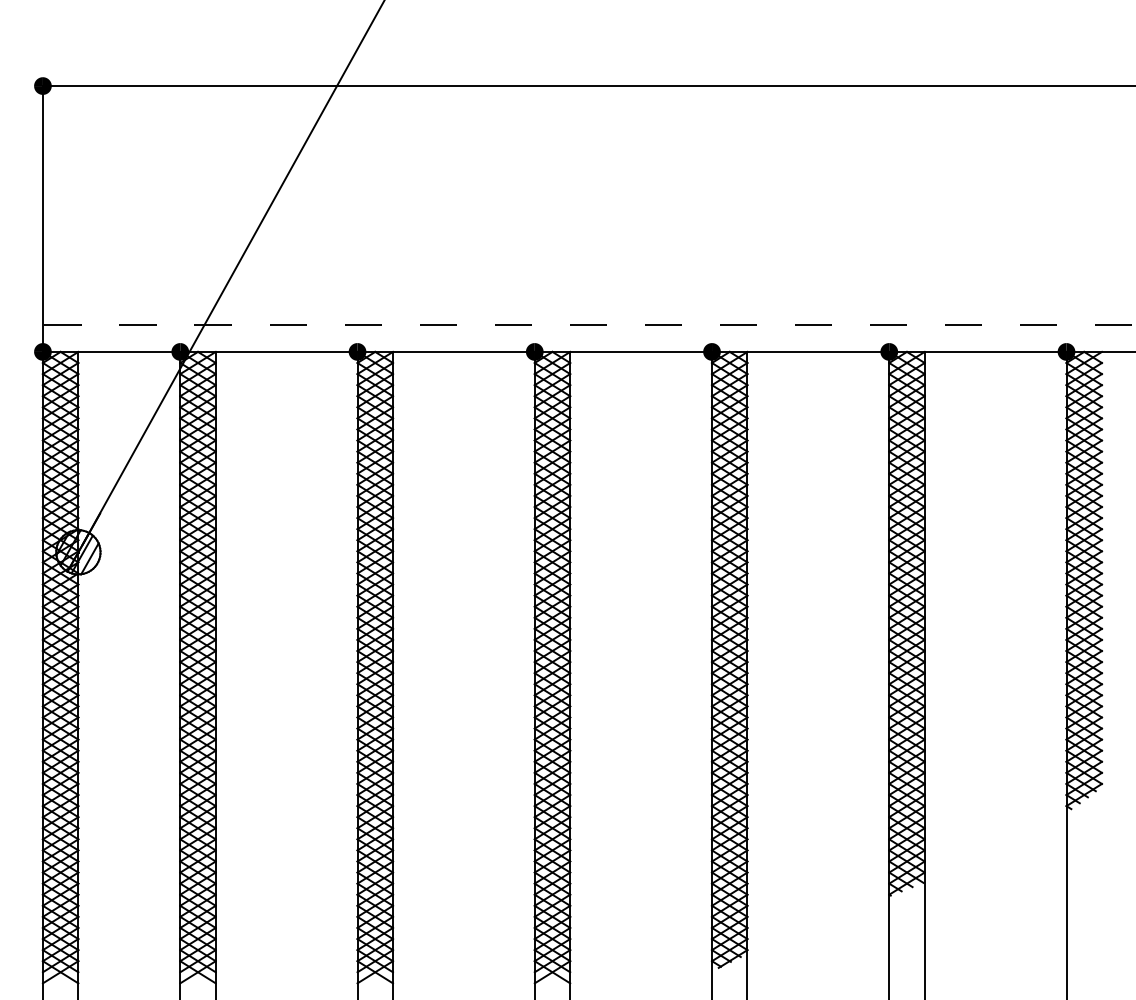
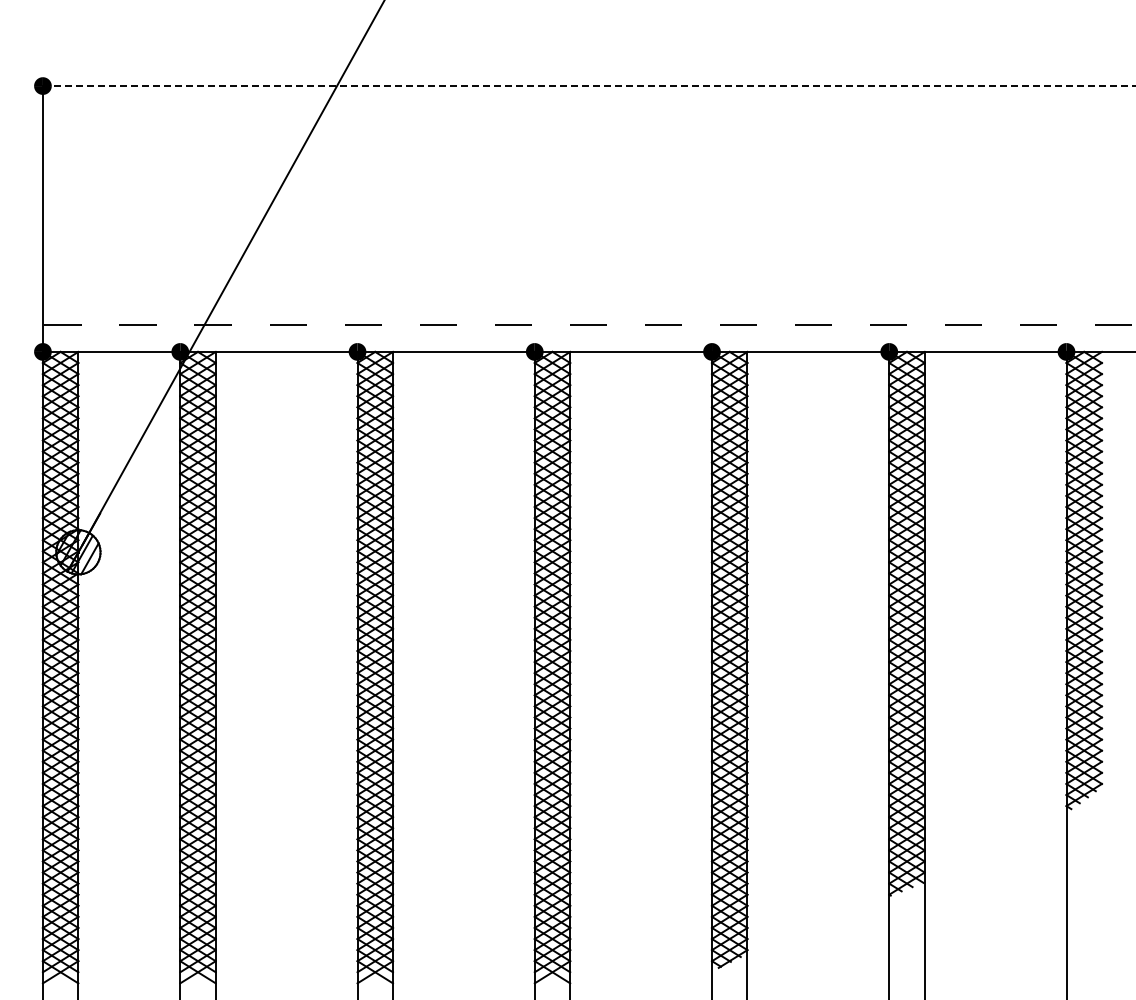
line at (588, 86): solid -> dashed
